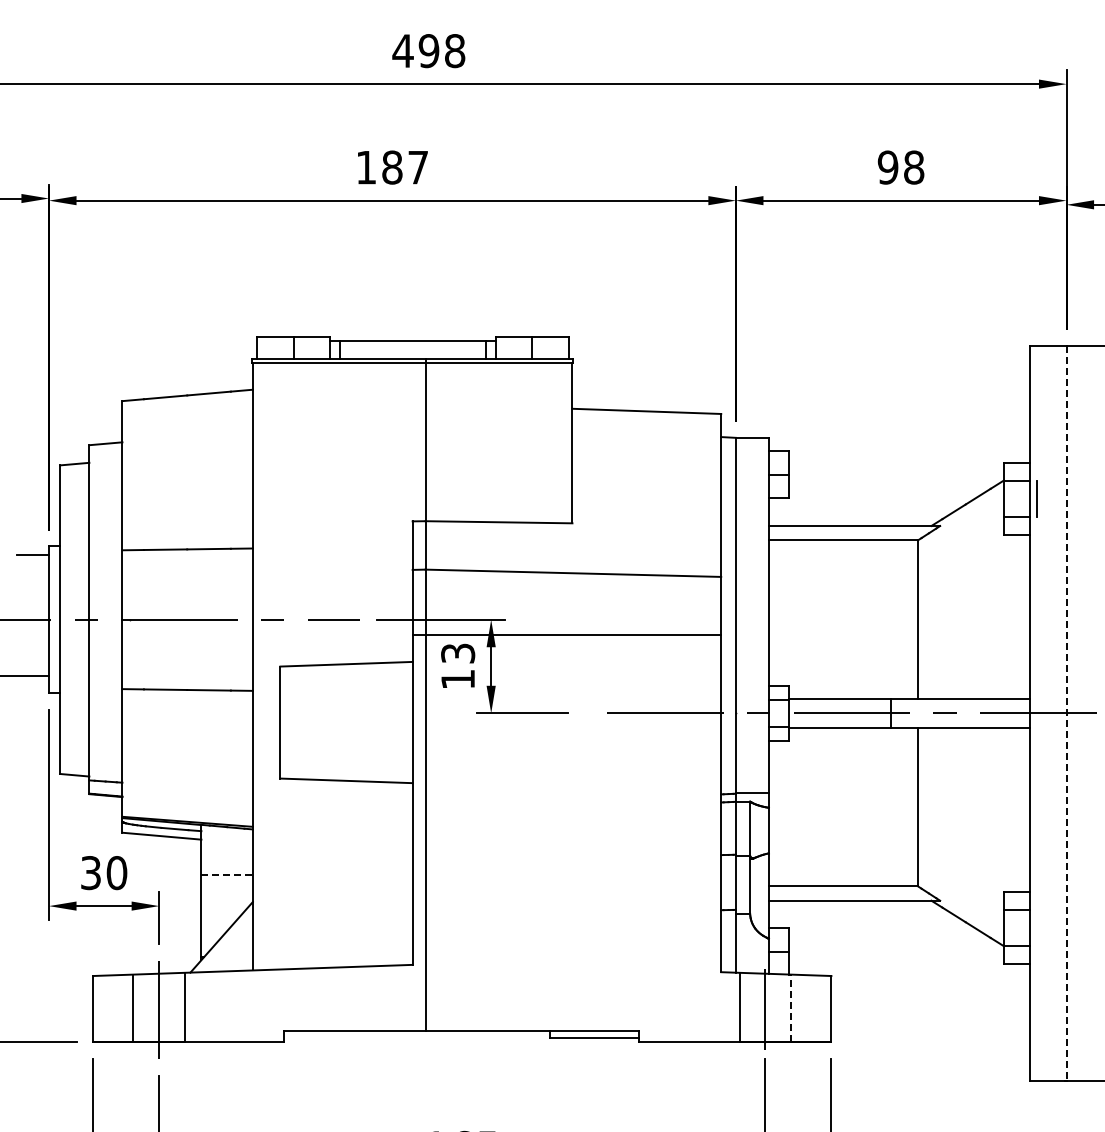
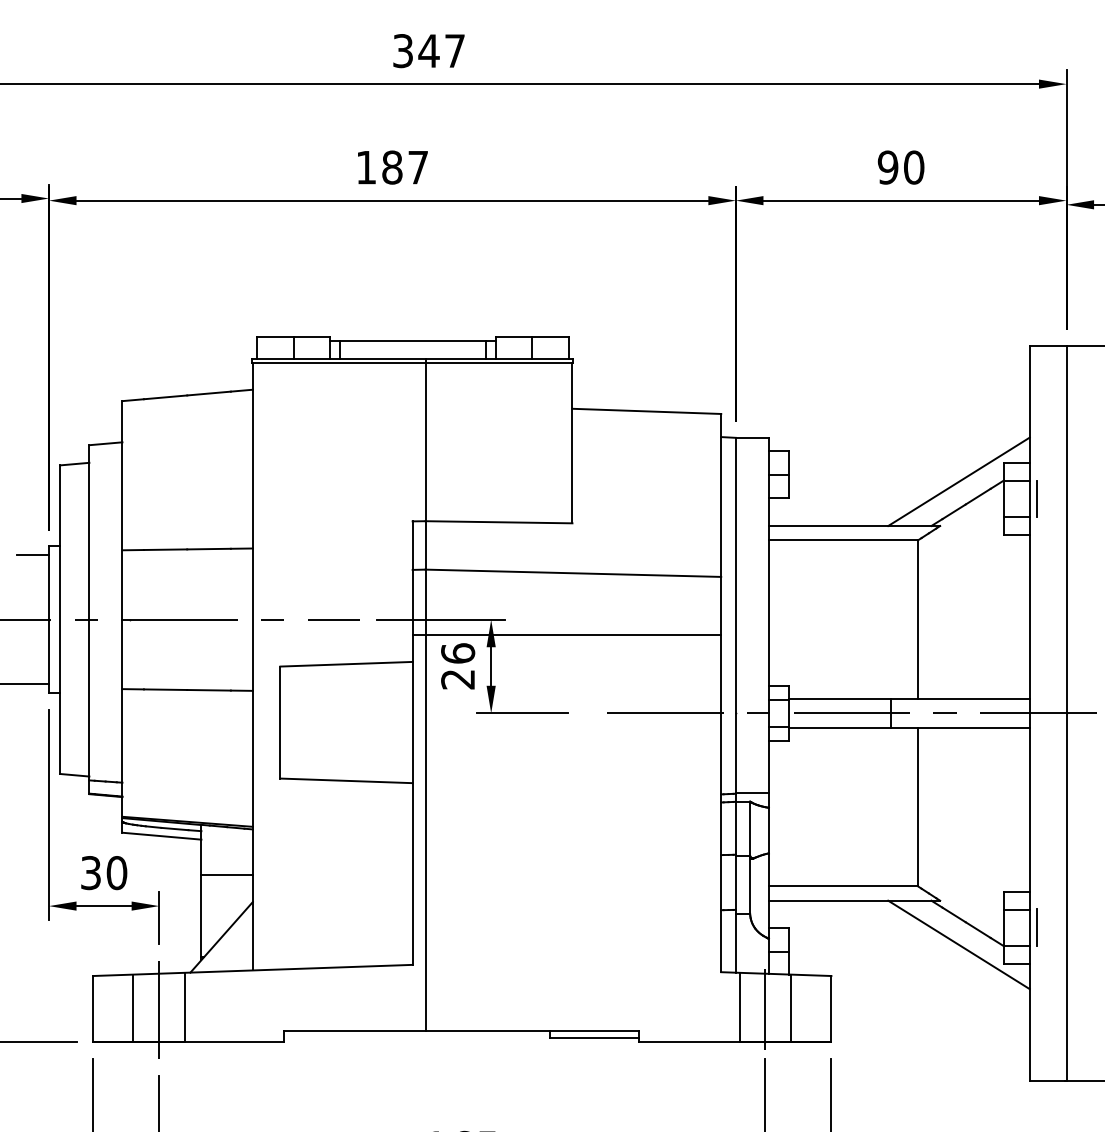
text at (428, 51): 498 -> 347
text at (914, 167): 98 -> 90
line at (958, 481): none -> present
text at (458, 666): 13 -> 26
line at (25, 675) position: (25, 675) -> (25, 683)
line at (1066, 713): dashed -> solid
line at (227, 875): dashed -> solid
line at (1037, 927): none -> present
line at (958, 944): none -> present
line at (791, 1008): dashed -> solid
